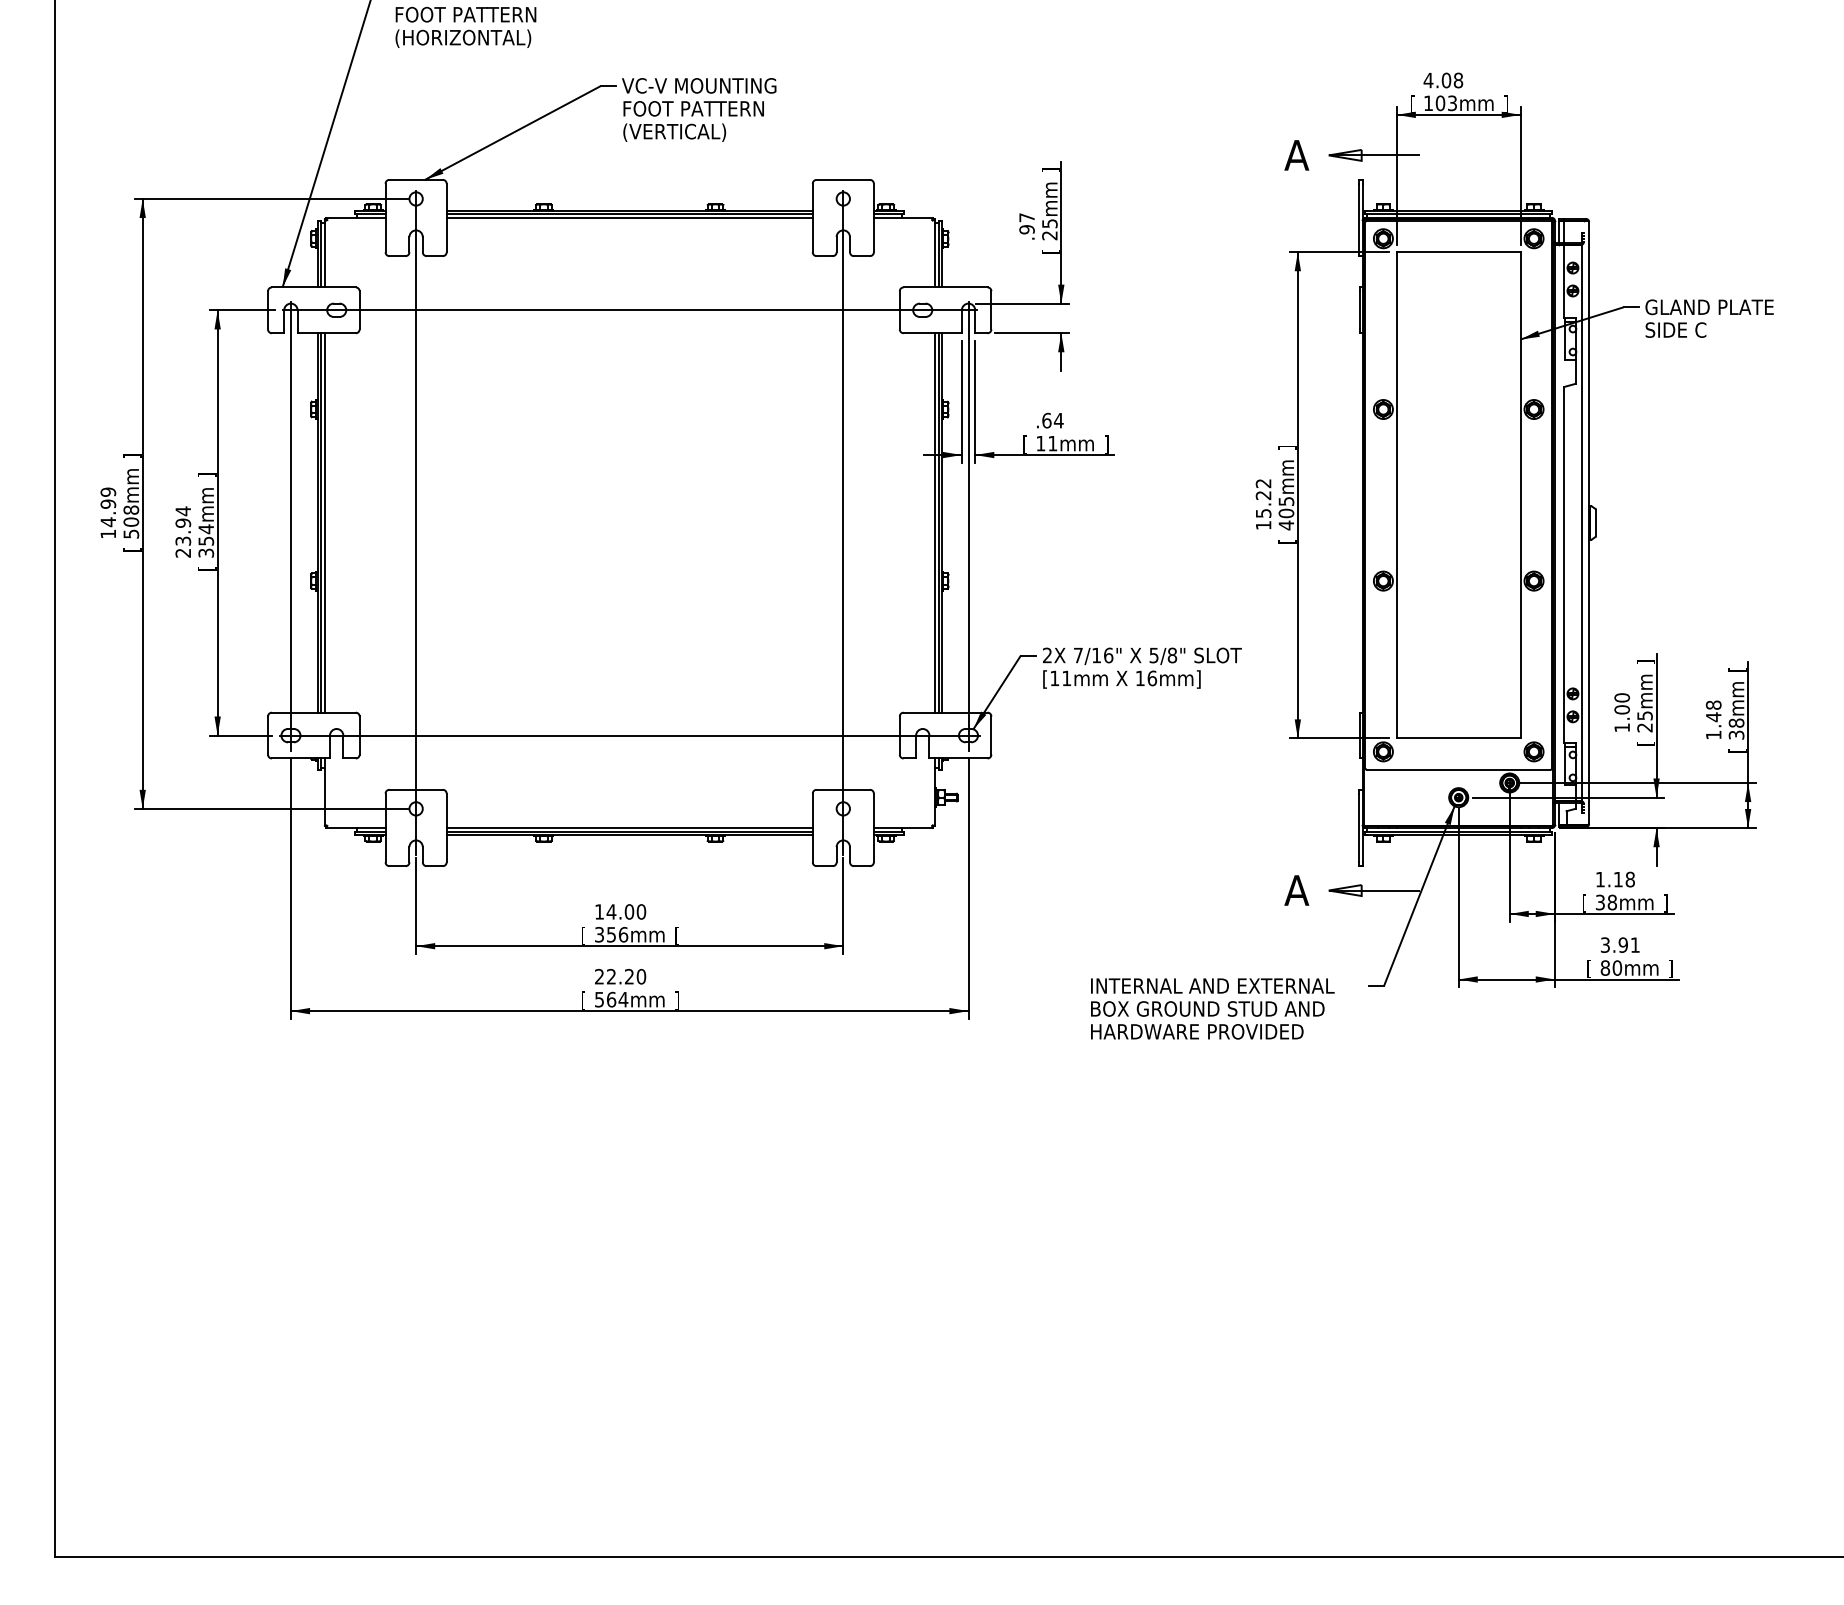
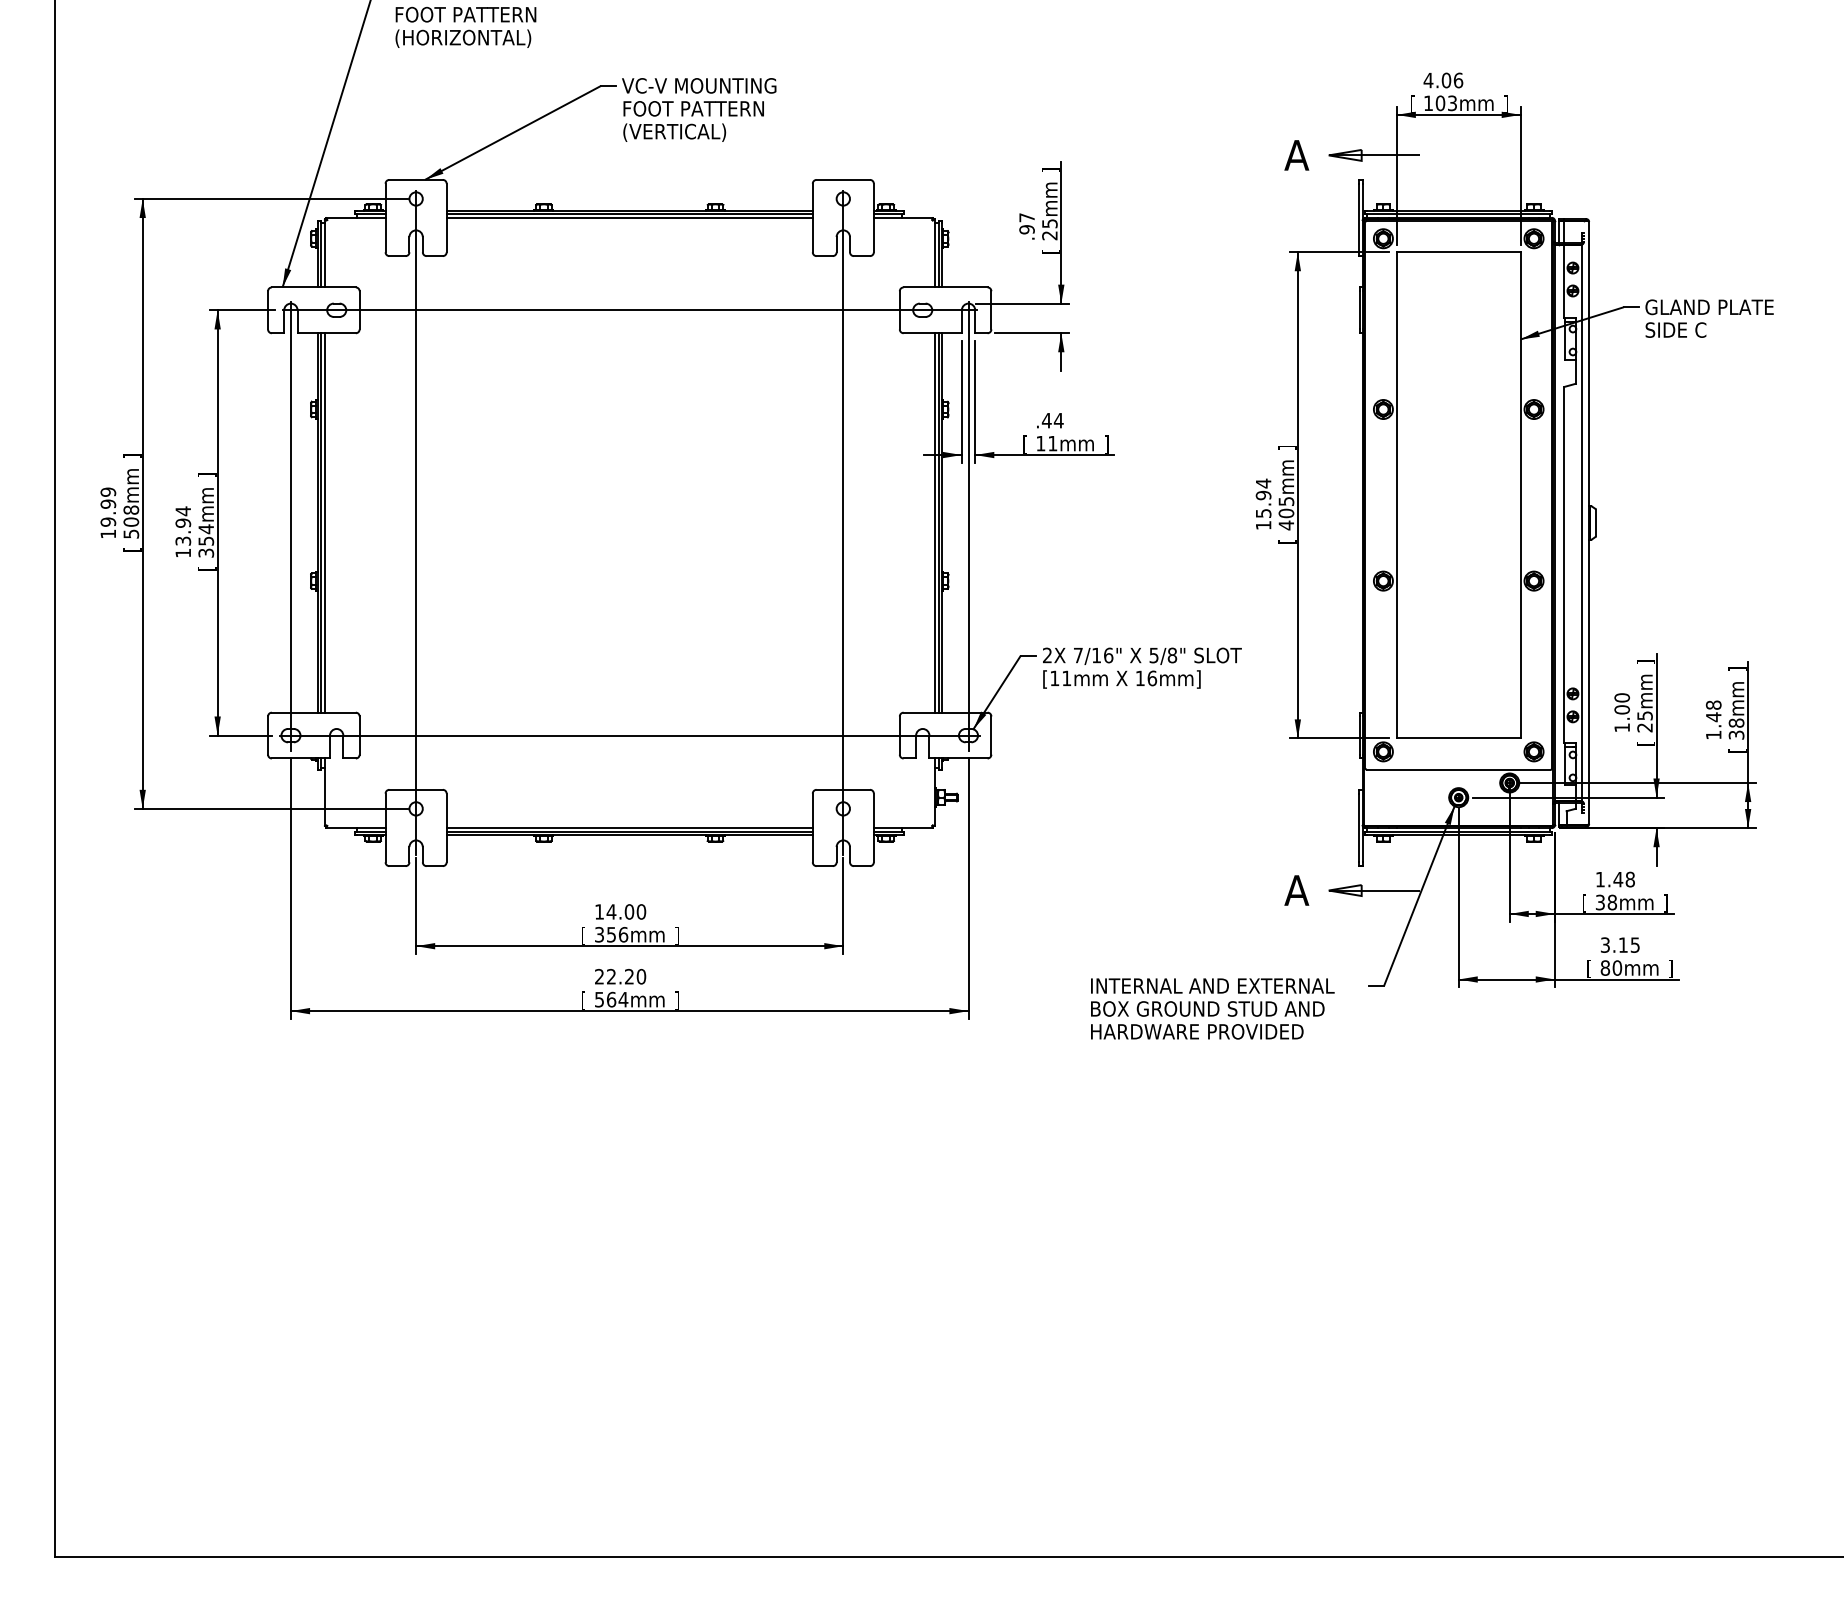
text at (1458, 80): 4.08 -> 4.06
text at (1046, 420): .64 -> .44
text at (1263, 489): 15.22 -> 15.94
text at (108, 522): 14.99 -> 19.99
text at (182, 553): 23.94 -> 13.94
text at (1737, 669): [ -> ]
text at (1618, 879): 1.18 -> 1.48
text at (676, 935): [ -> ]
text at (1628, 944): 3.91 -> 3.15
